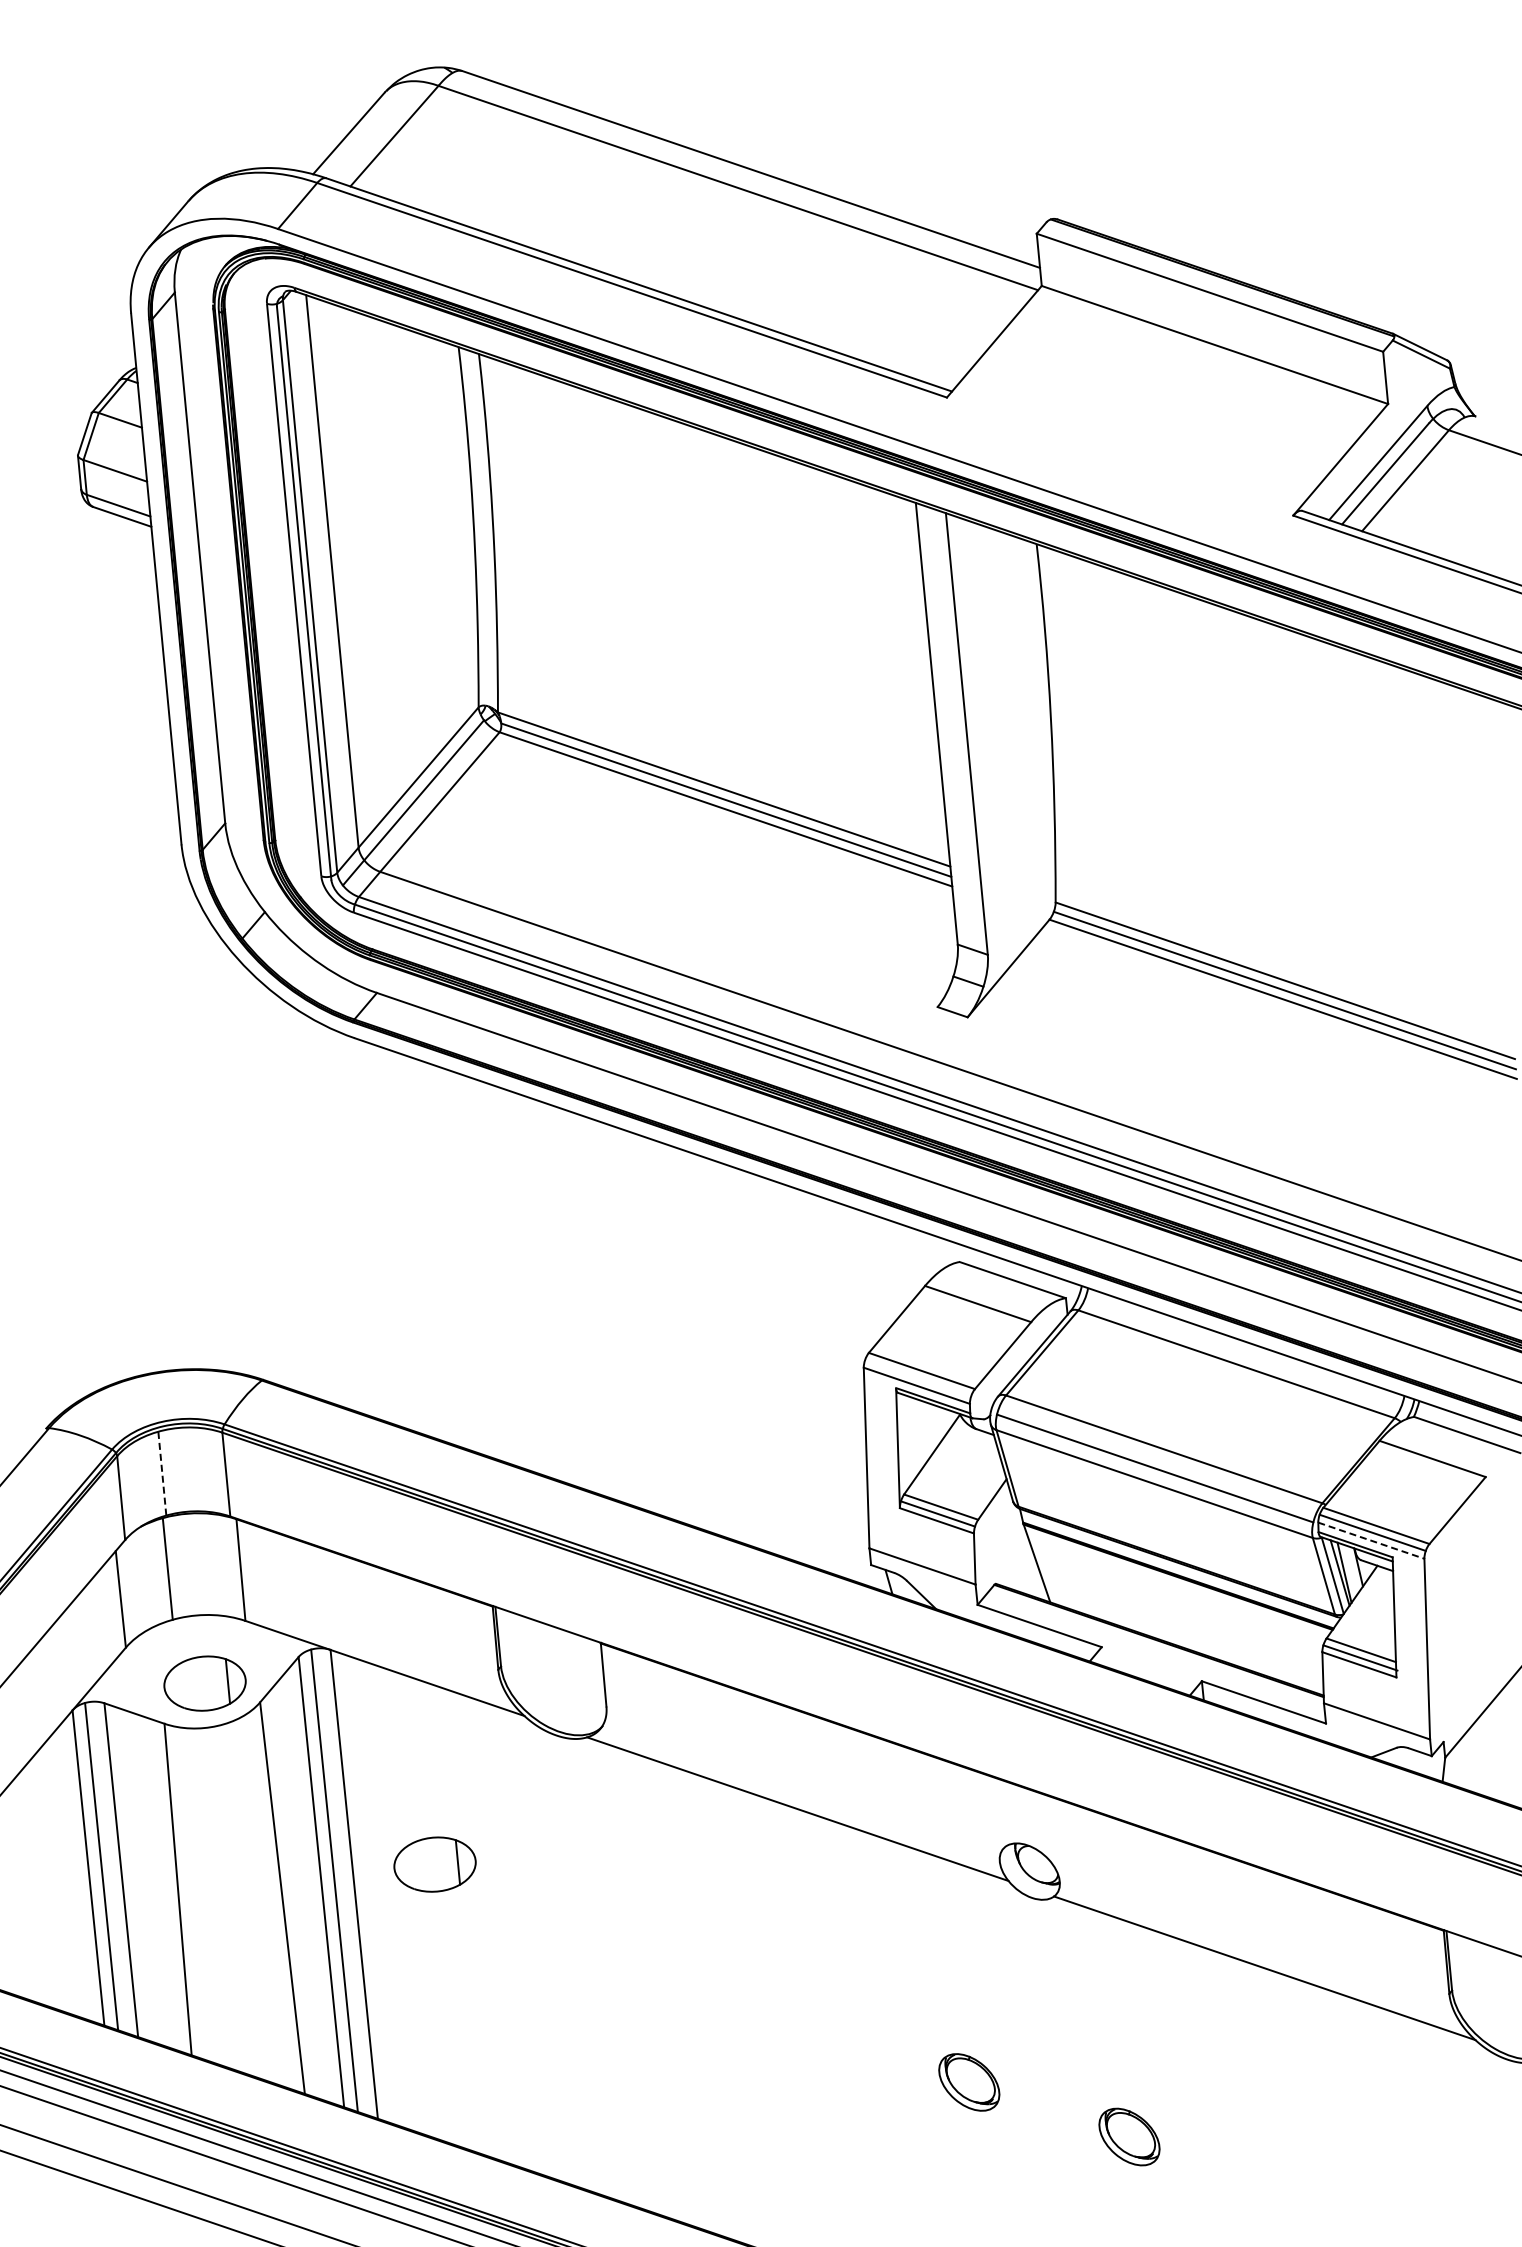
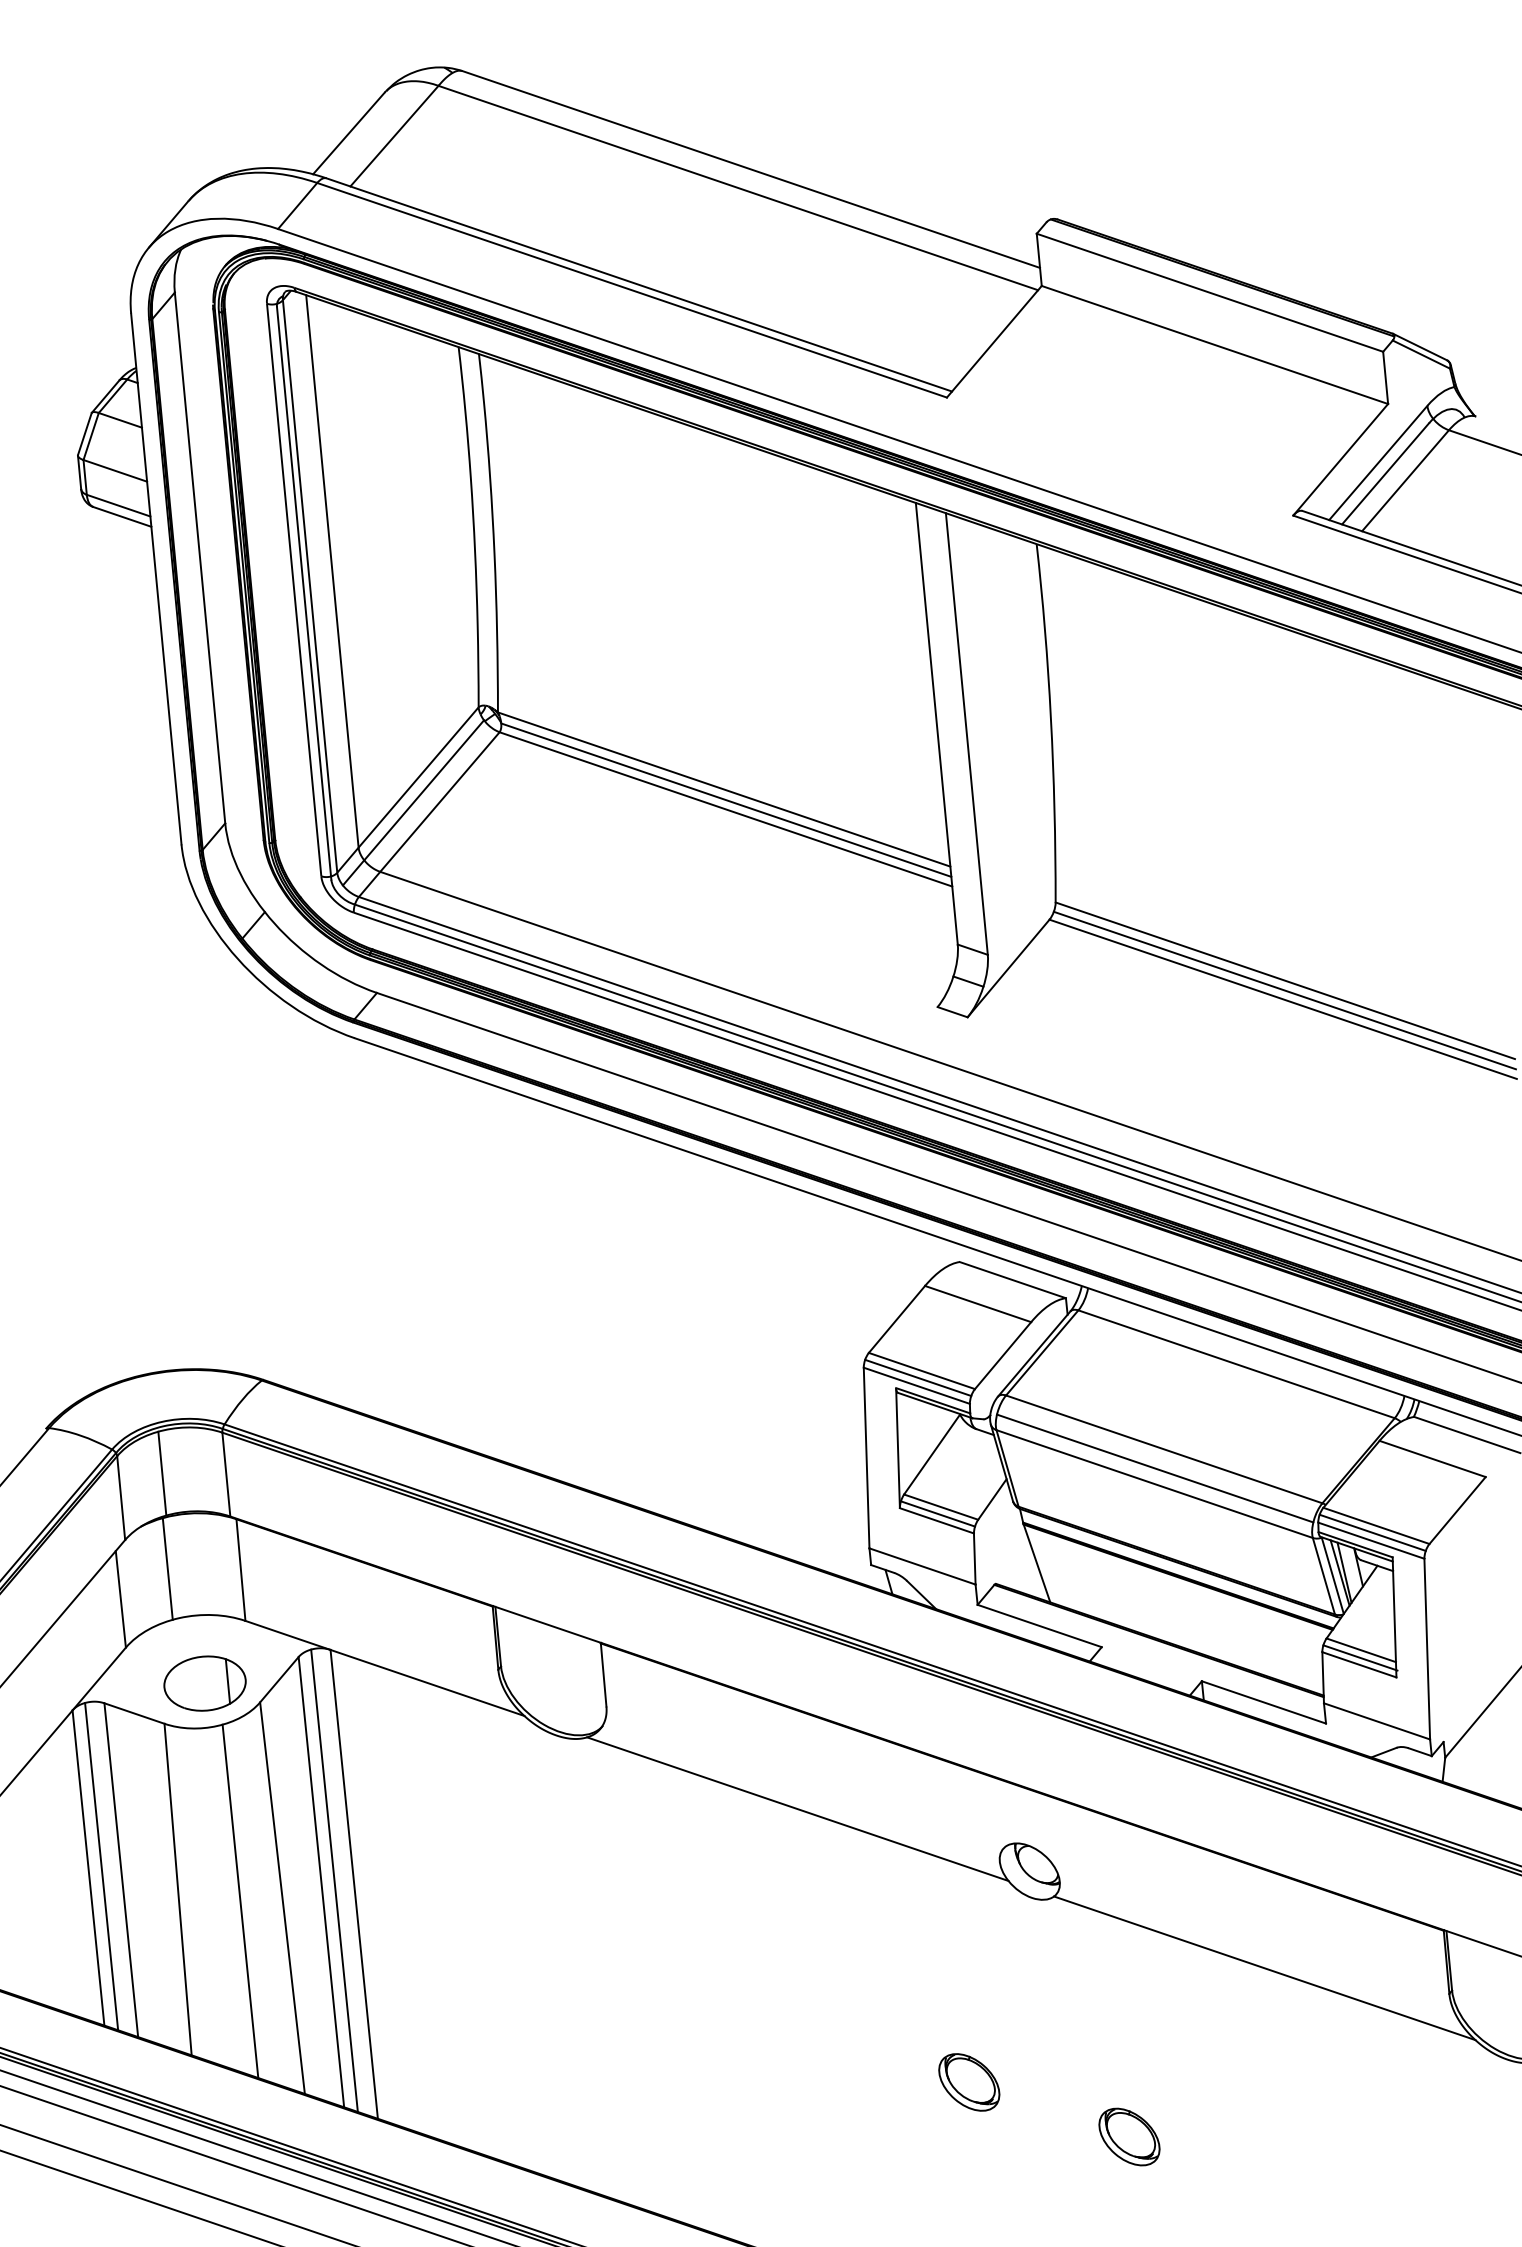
line at (918, 1377): none -> present
line at (162, 1473): dashed -> solid
line at (1371, 1540): dashed -> solid
part at (434, 1864): present -> none
line at (240, 1901): none -> present
